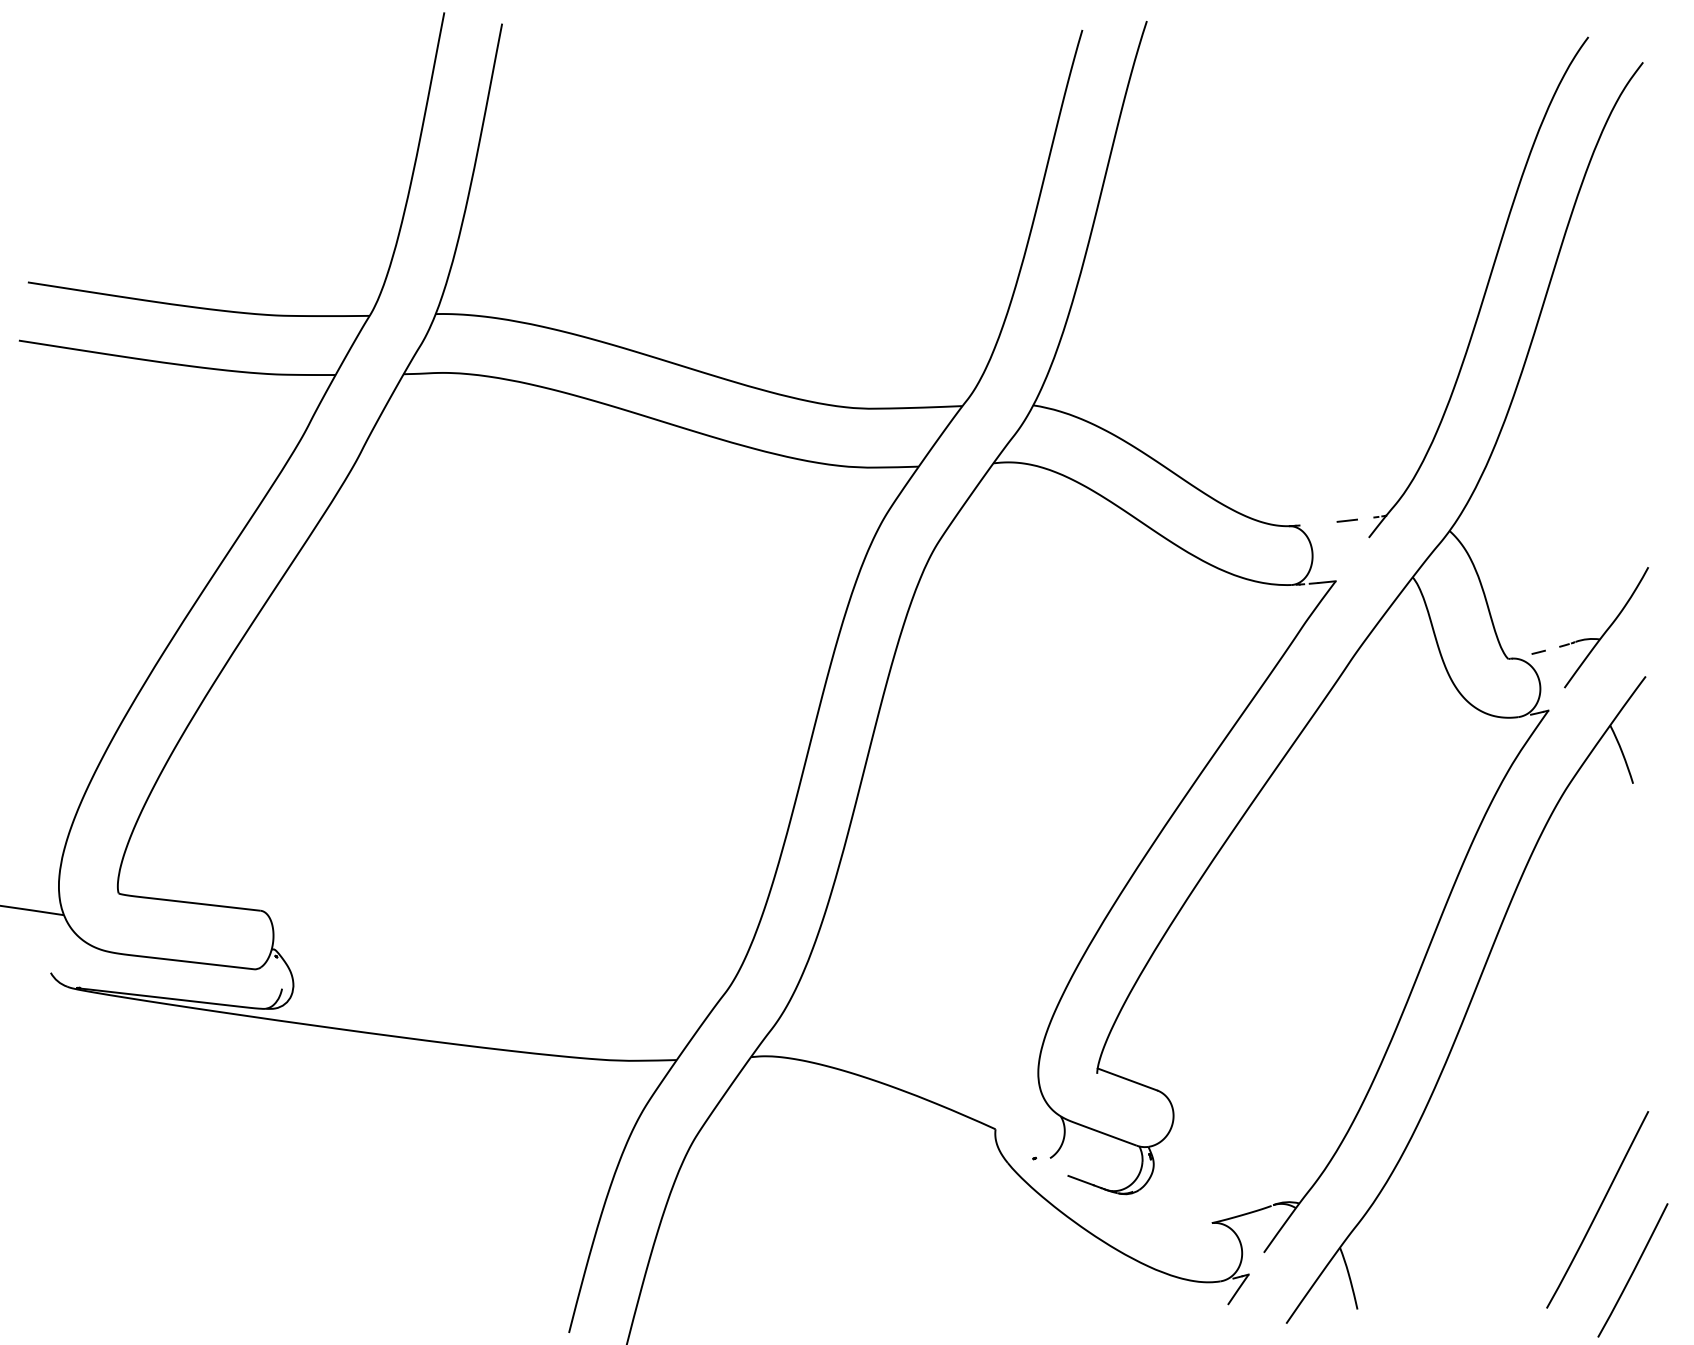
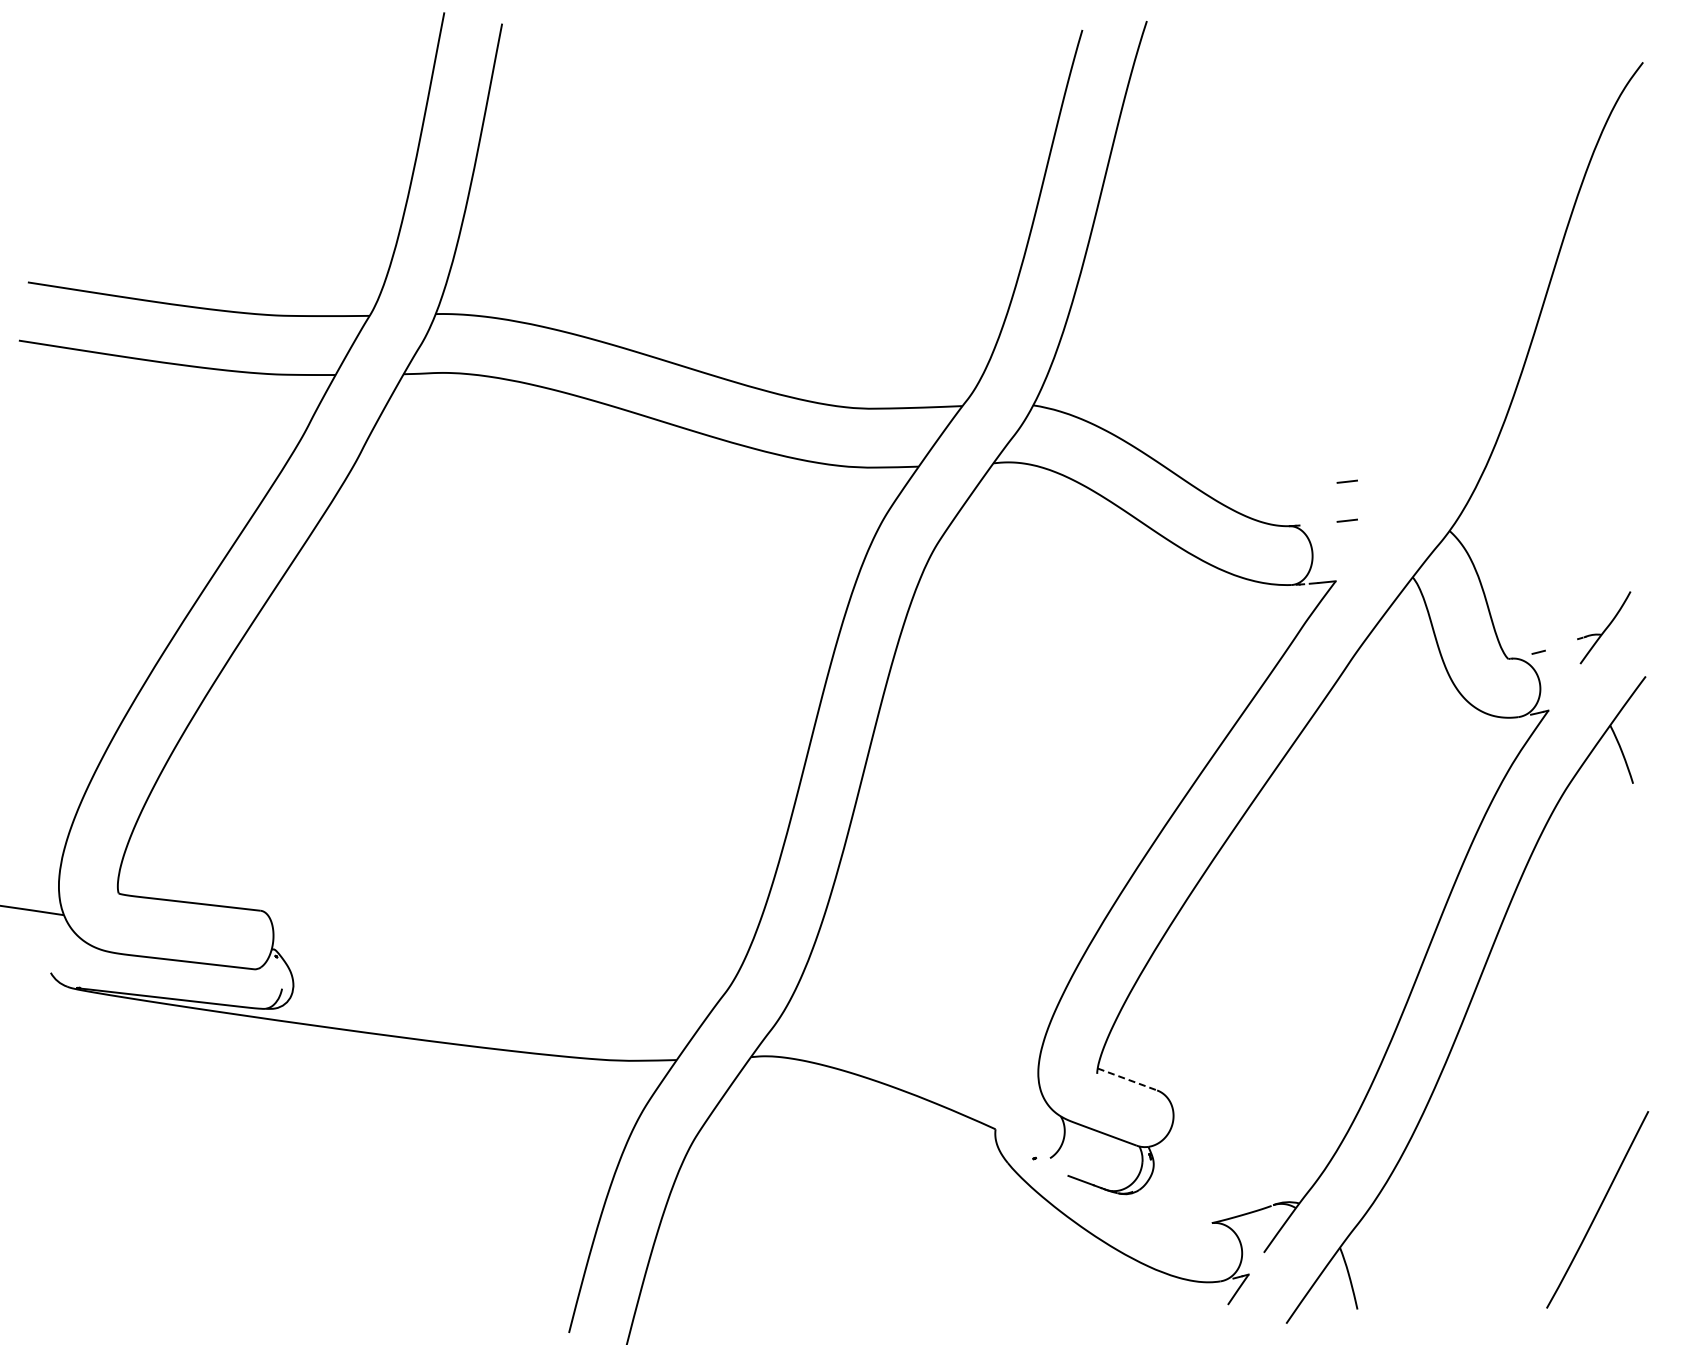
part at (1485, 288): present -> none
line at (1346, 481): none -> present
part at (1603, 627) size: 90x122 px -> 55x74 px
line at (1127, 1079): solid -> dashed
curve at (1633, 1270): present -> none
